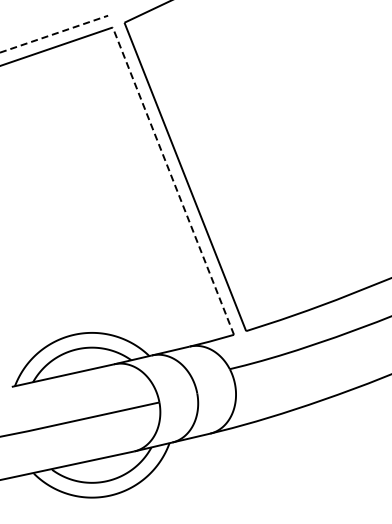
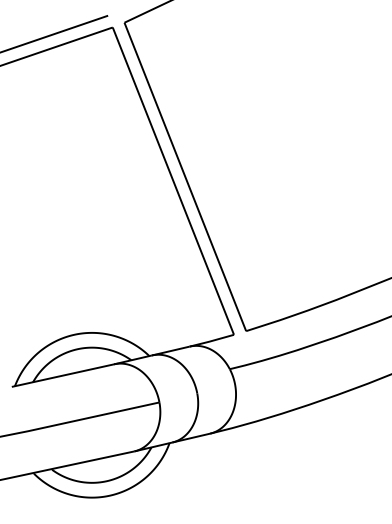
line at (54, 34): dashed -> solid
line at (173, 180): dashed -> solid
